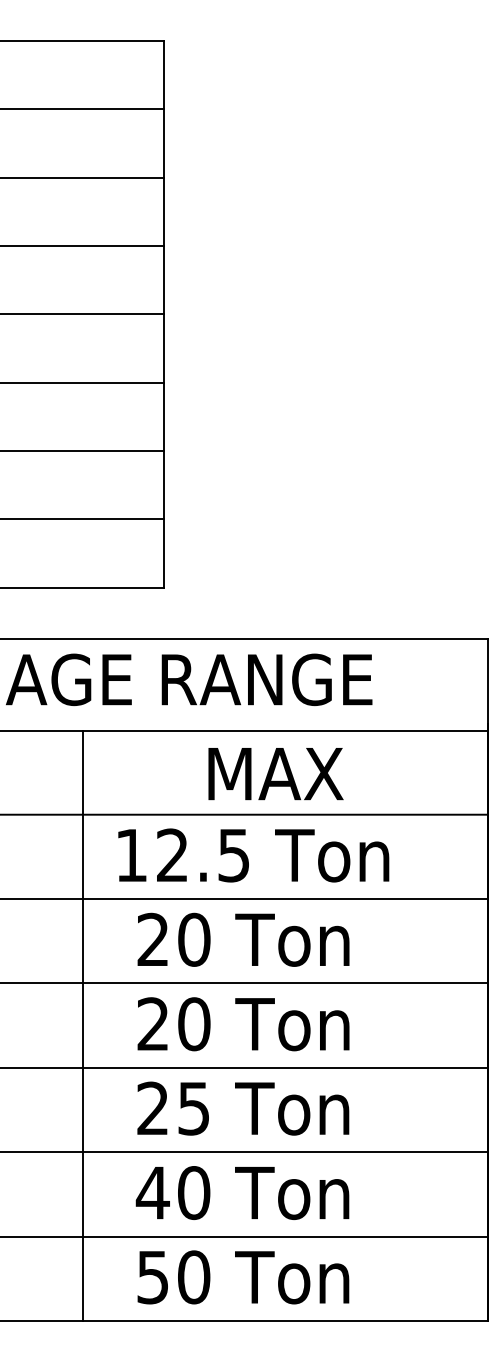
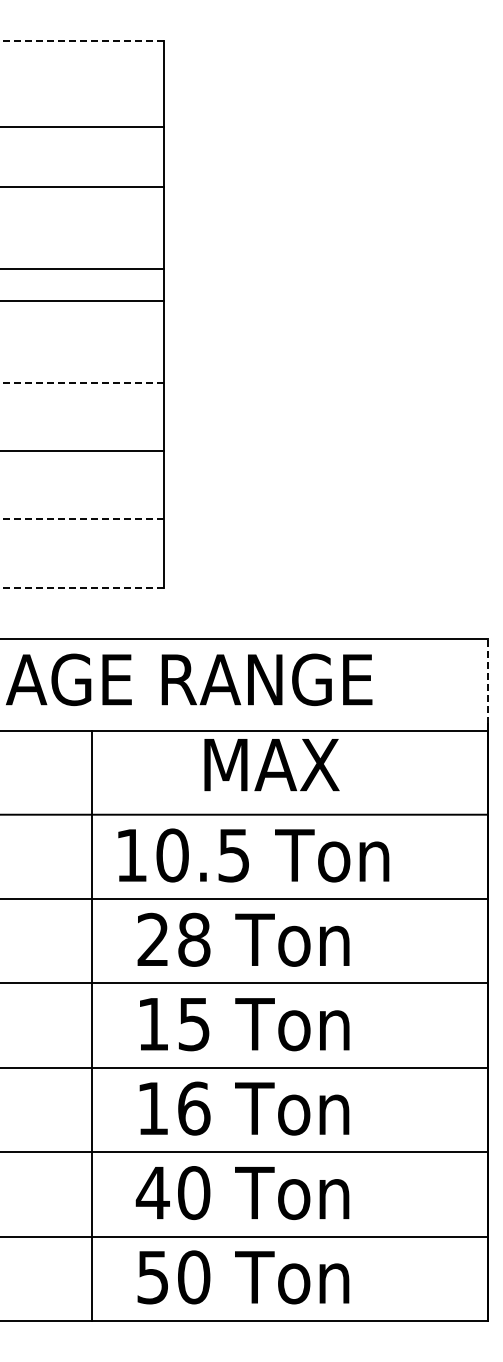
line at (82, 40): solid -> dashed
line at (82, 109) position: (82, 109) -> (82, 127)
line at (82, 177) position: (82, 177) -> (82, 186)
line at (82, 245) position: (82, 245) -> (82, 268)
line at (82, 314) position: (82, 314) -> (82, 301)
line at (81, 382): solid -> dashed
line at (81, 519): solid -> dashed
line at (81, 587): solid -> dashed
line at (487, 680): solid -> dashed
text at (275, 774) position: (275, 774) -> (271, 765)
text at (172, 855): 12.5 -> 10.5
text at (194, 939): 20 -> 28
text at (173, 1024): 20 -> 15
line at (82, 1025) position: (82, 1025) -> (91, 1025)
text at (173, 1108): 25 -> 16
